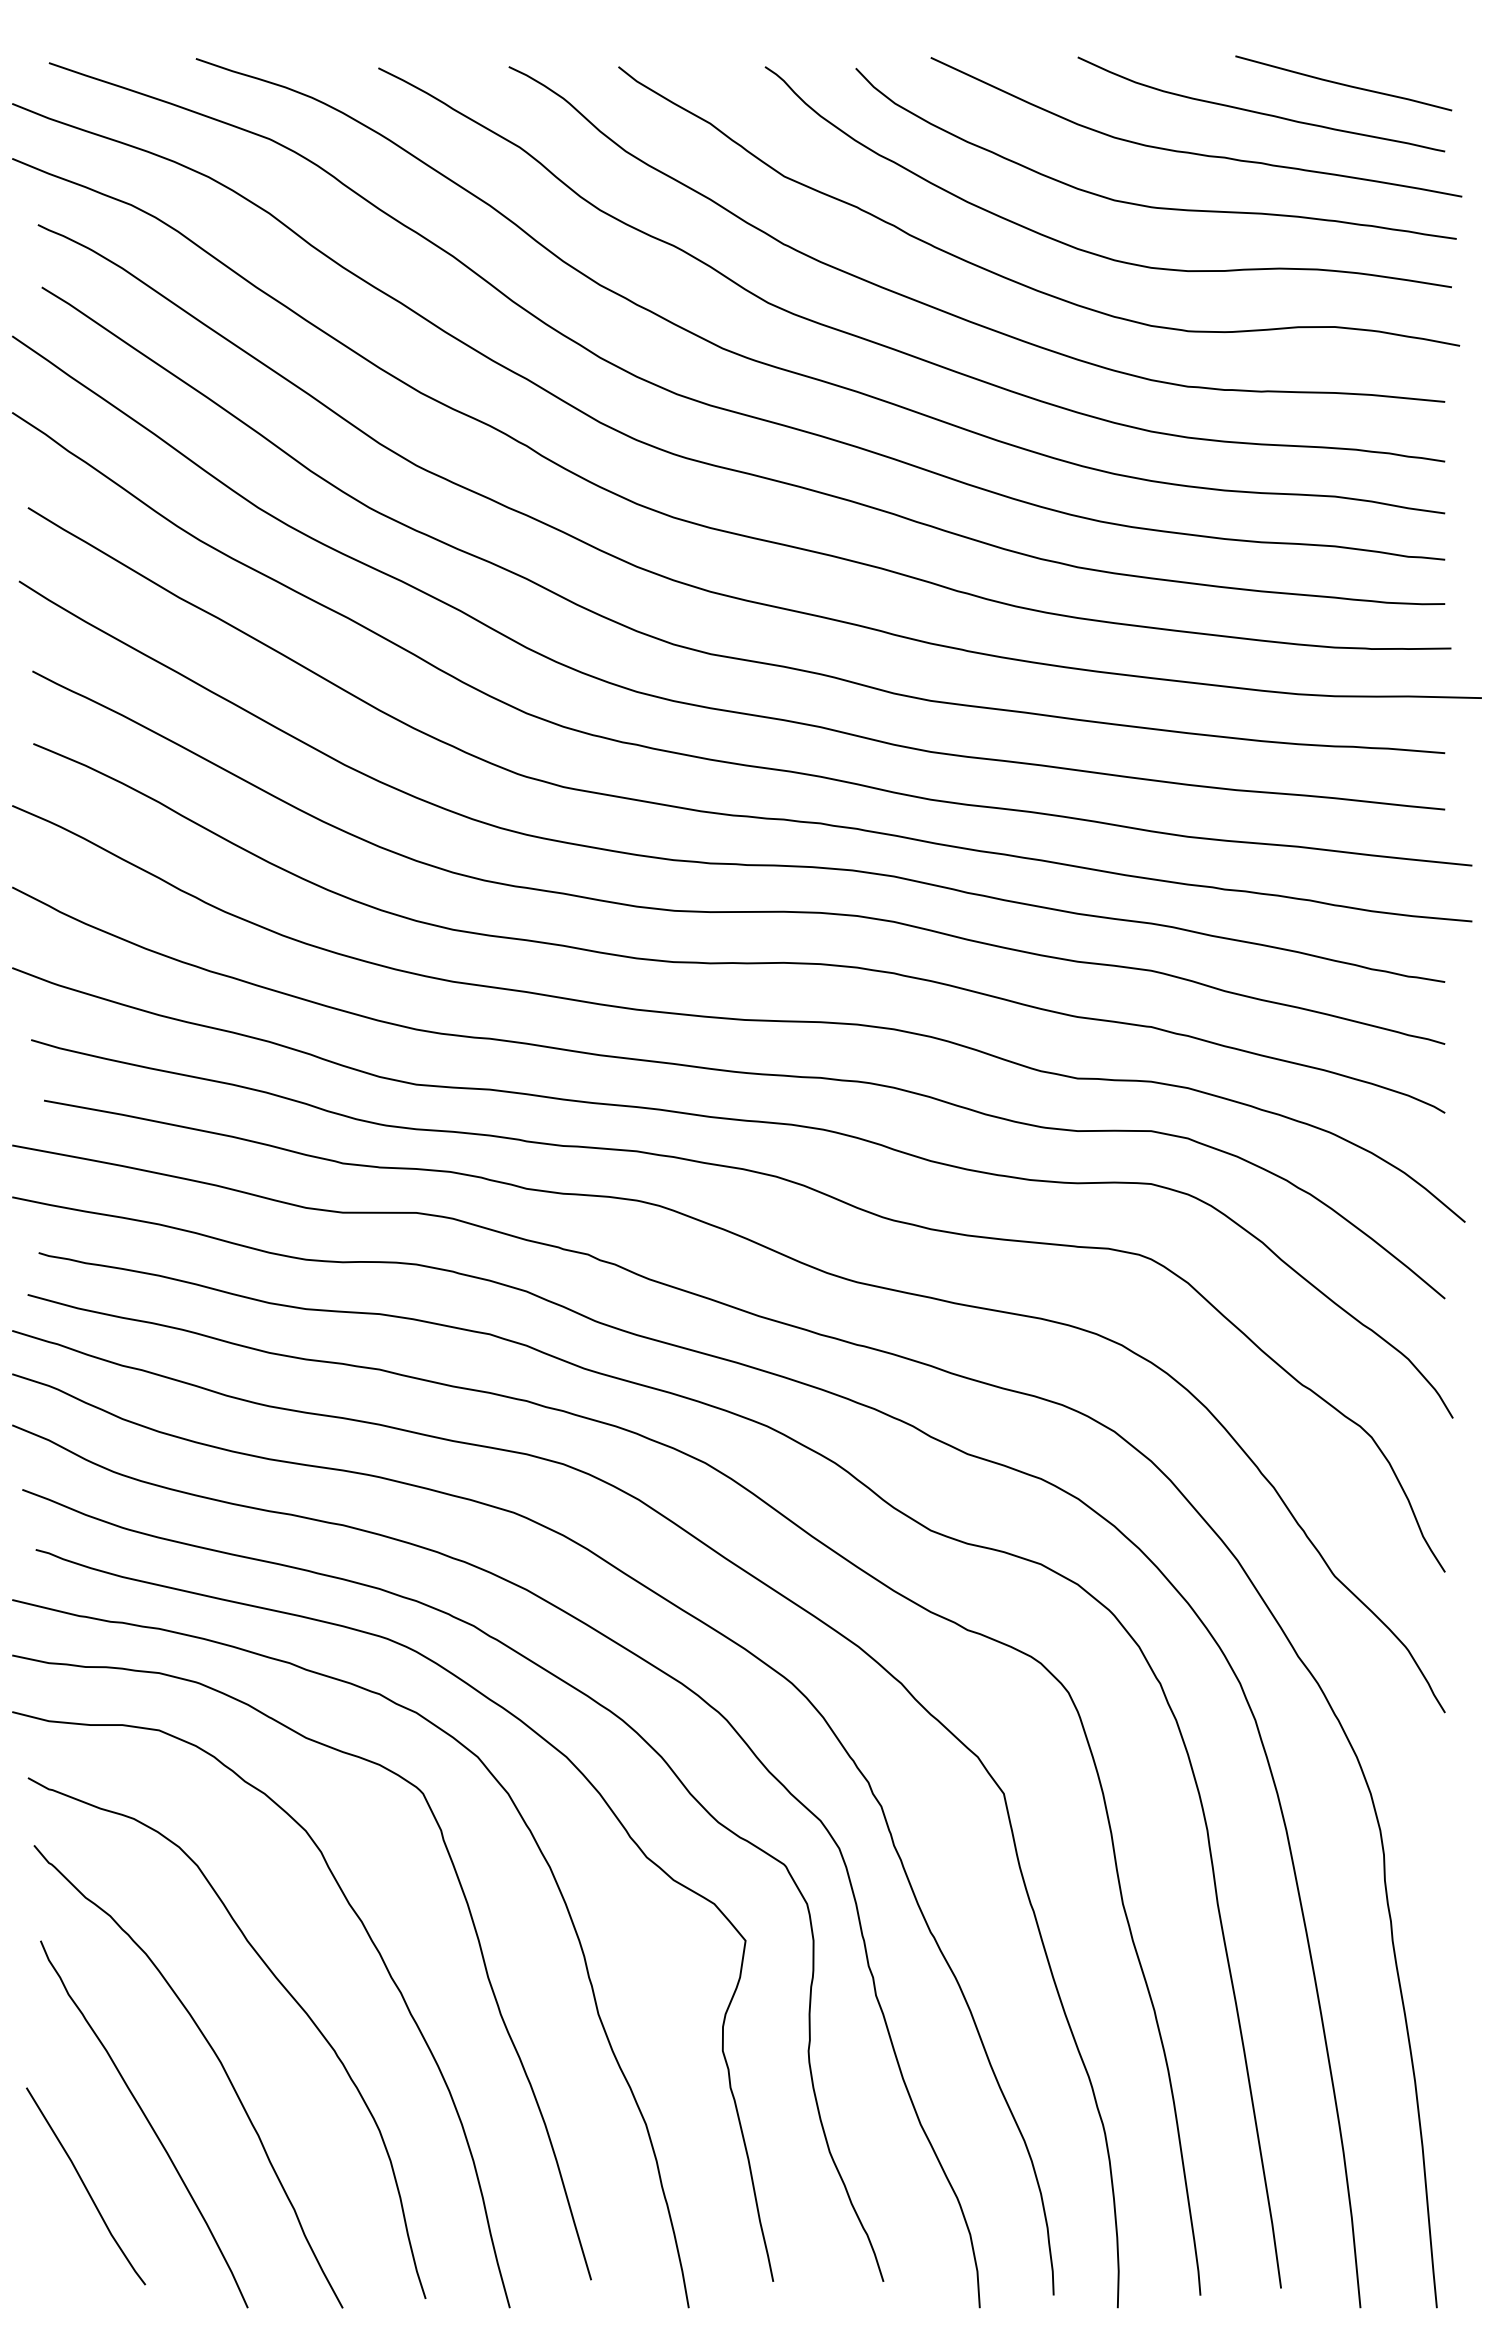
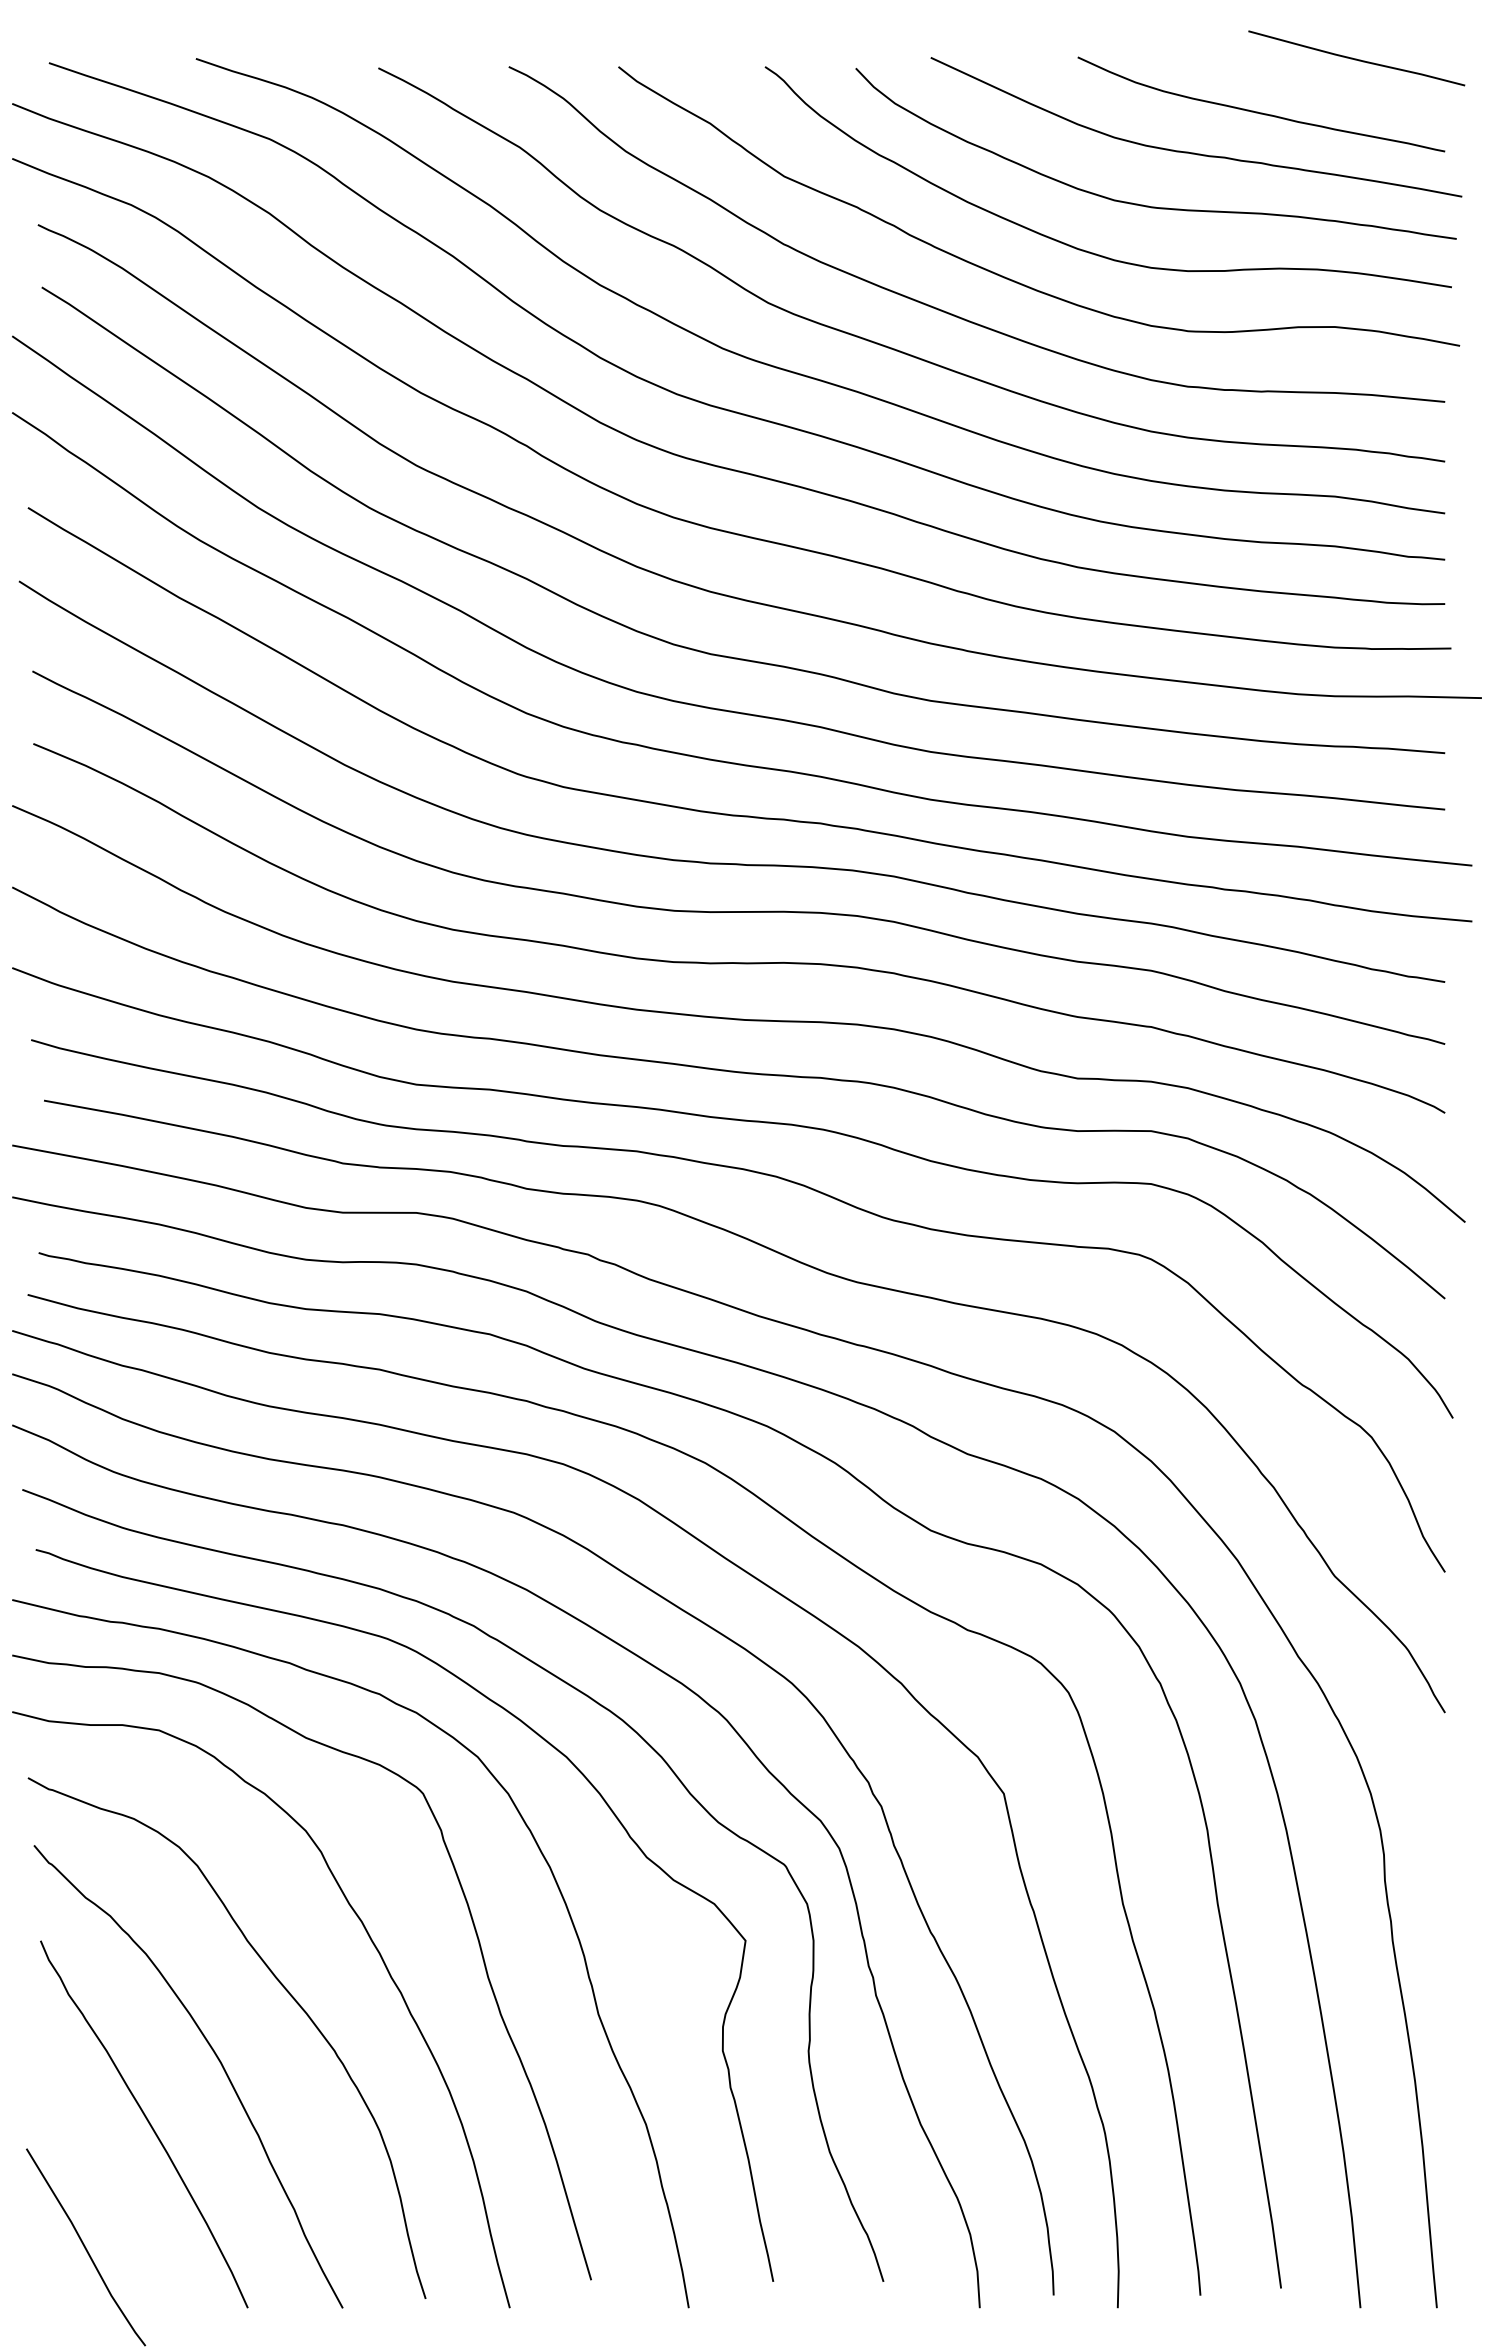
curve at (1343, 83) position: (1343, 83) -> (1356, 58)
line at (86, 2186) position: (86, 2186) -> (86, 2247)
